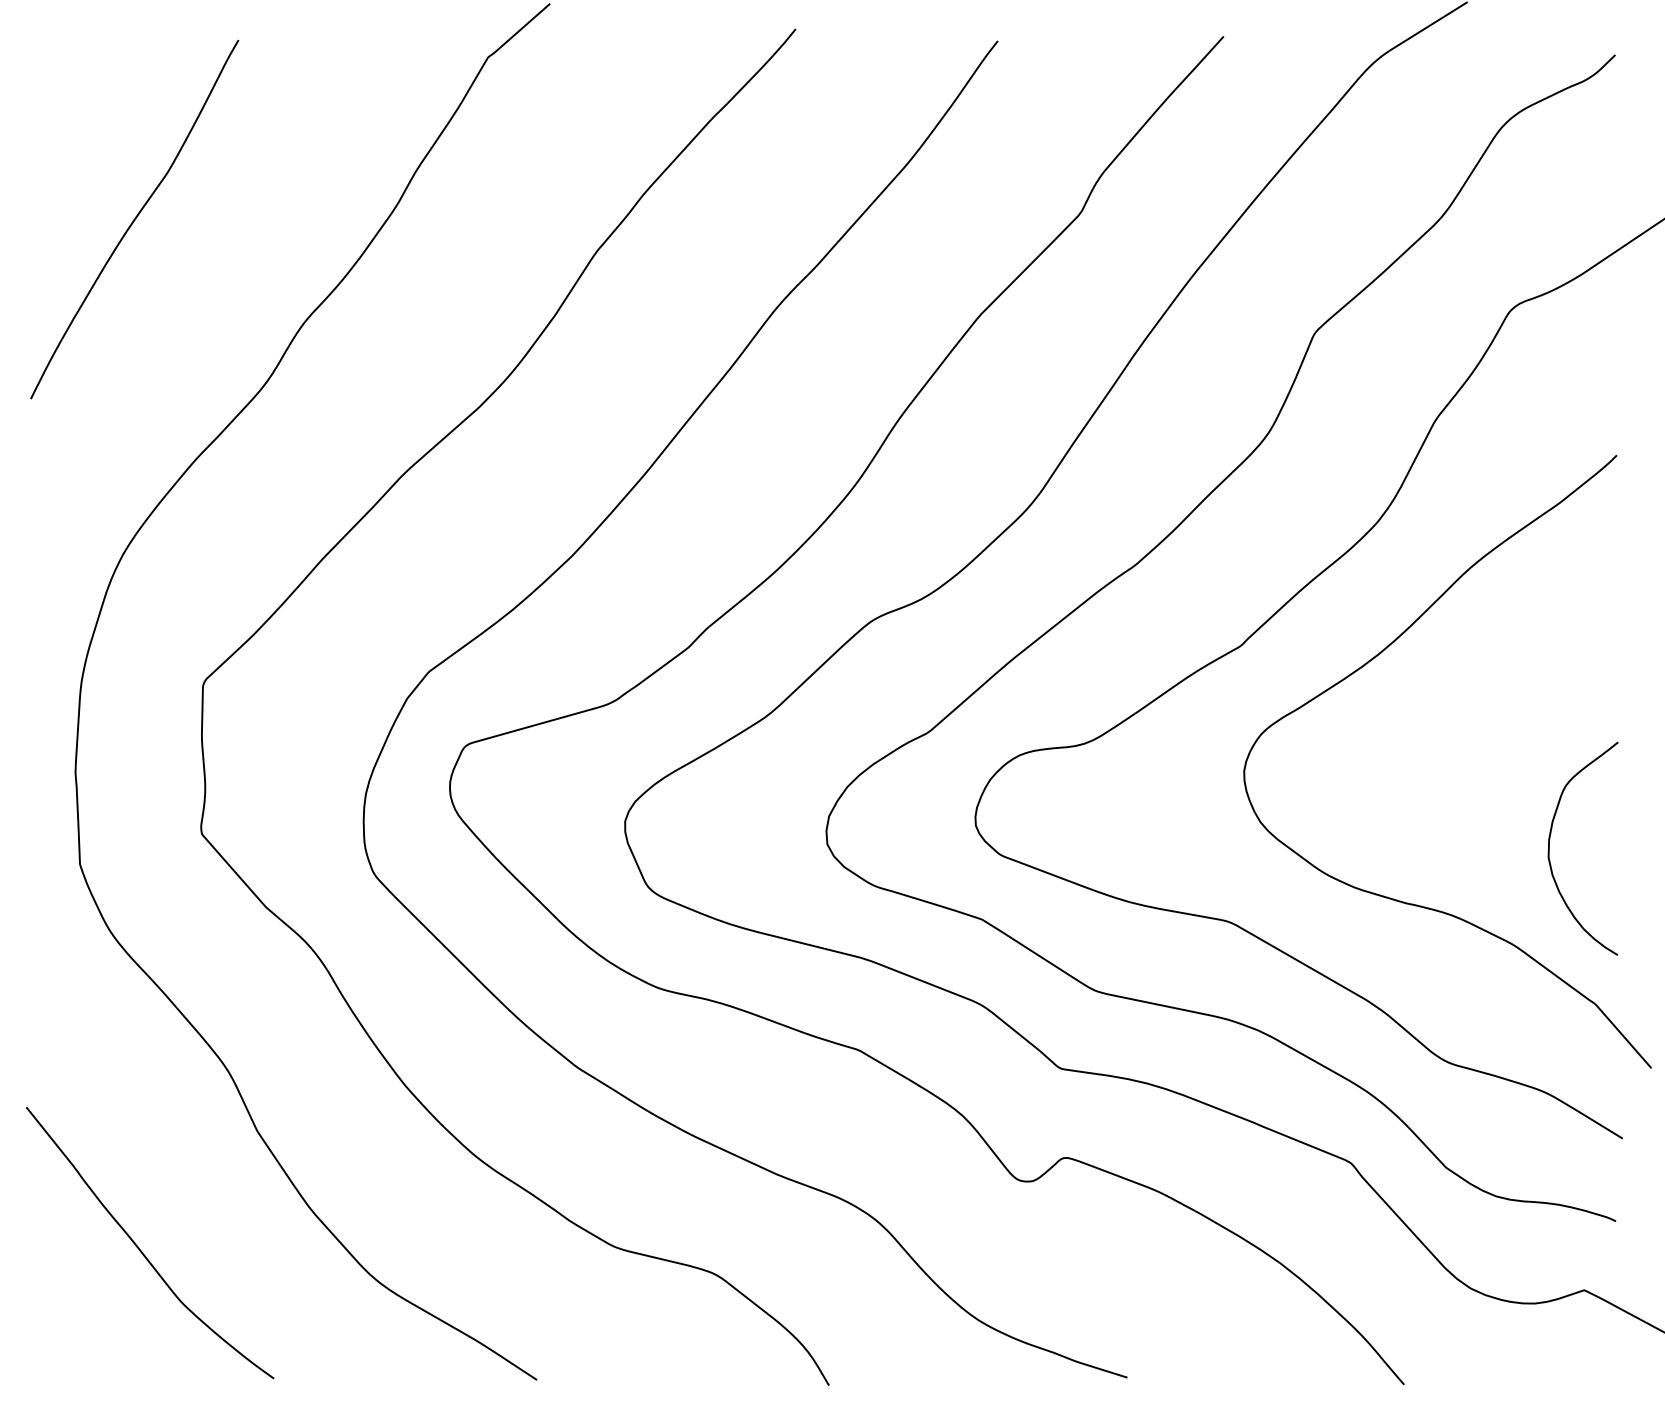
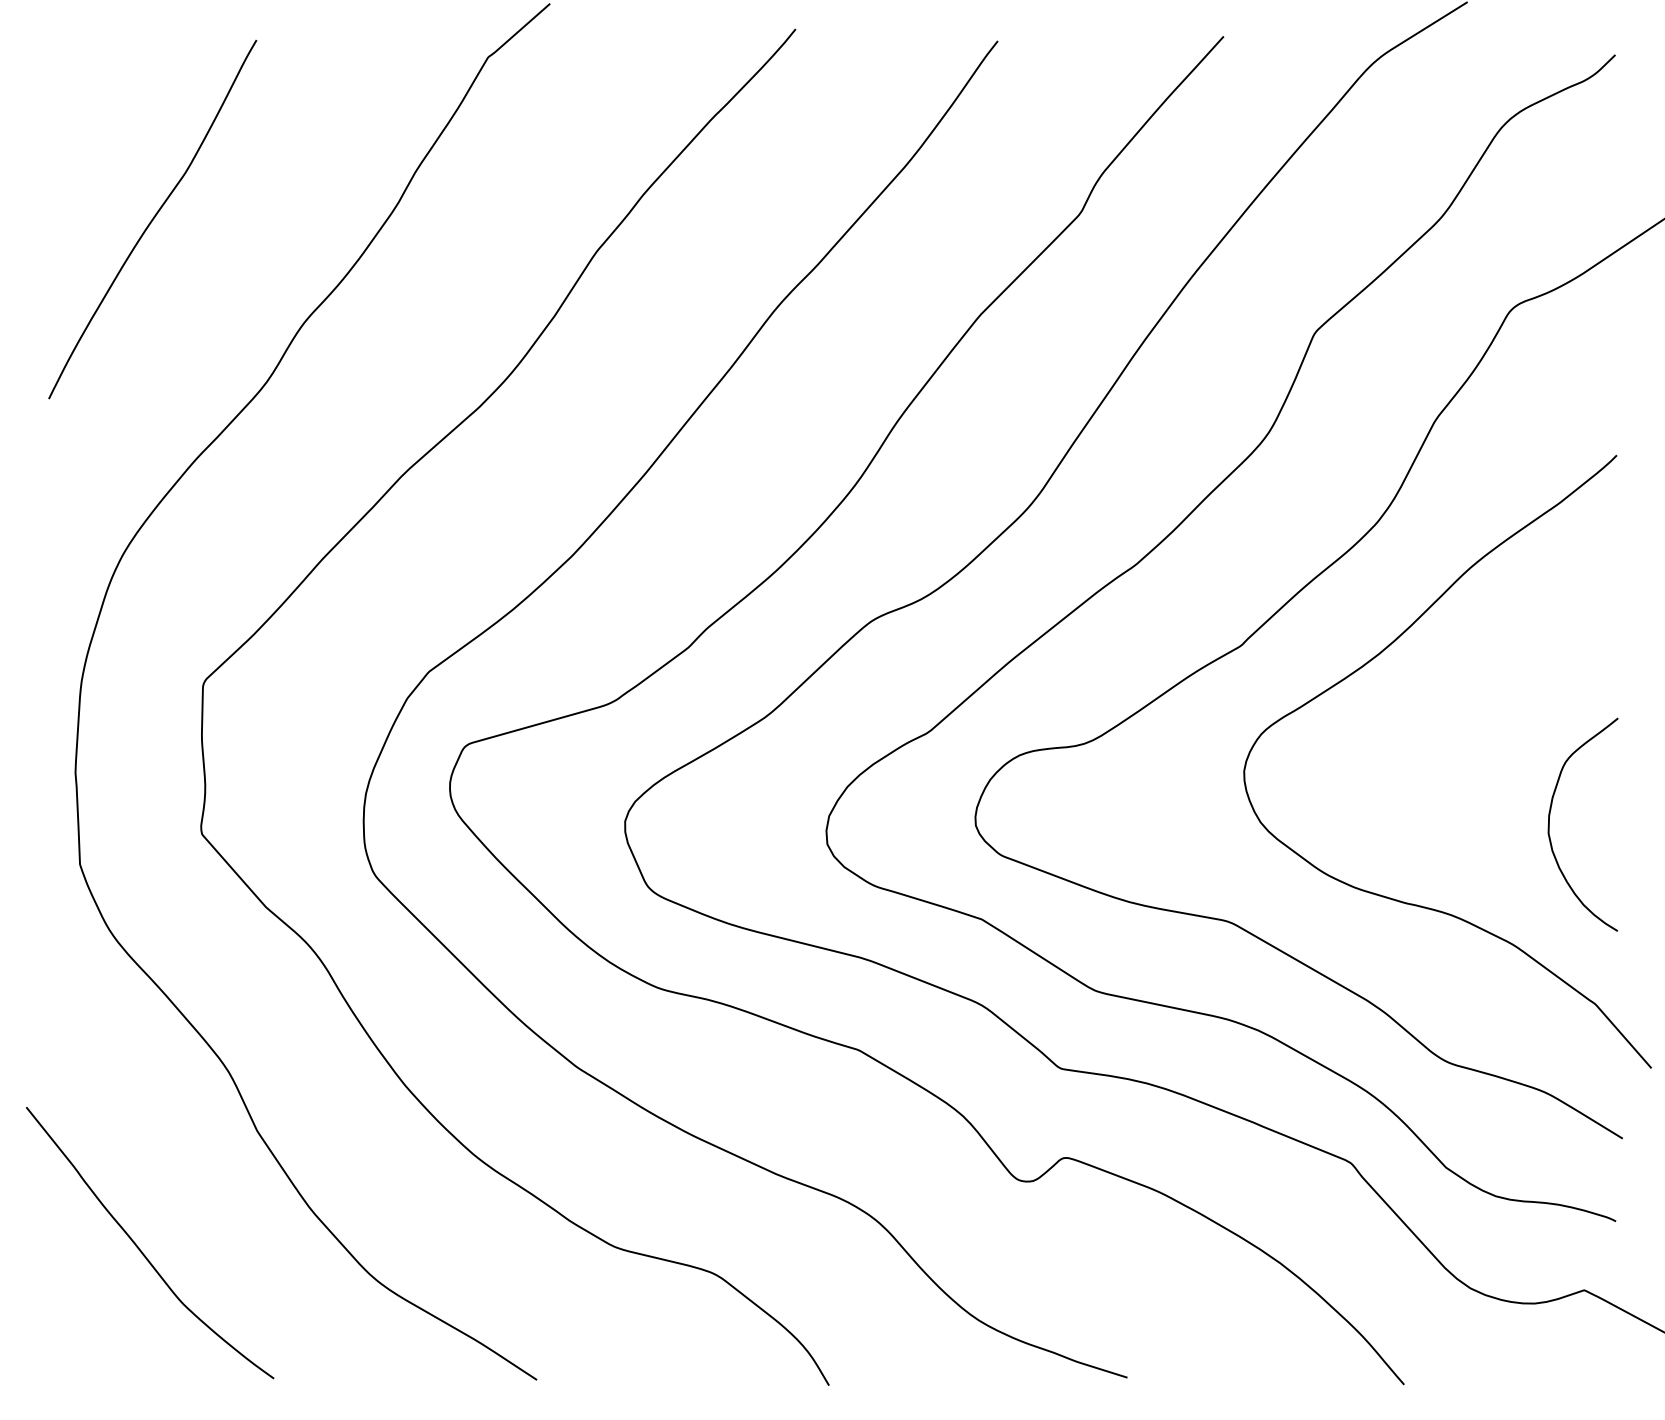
curve at (134, 219) position: (134, 219) -> (152, 219)
curve at (1549, 848) position: (1549, 848) -> (1549, 824)
